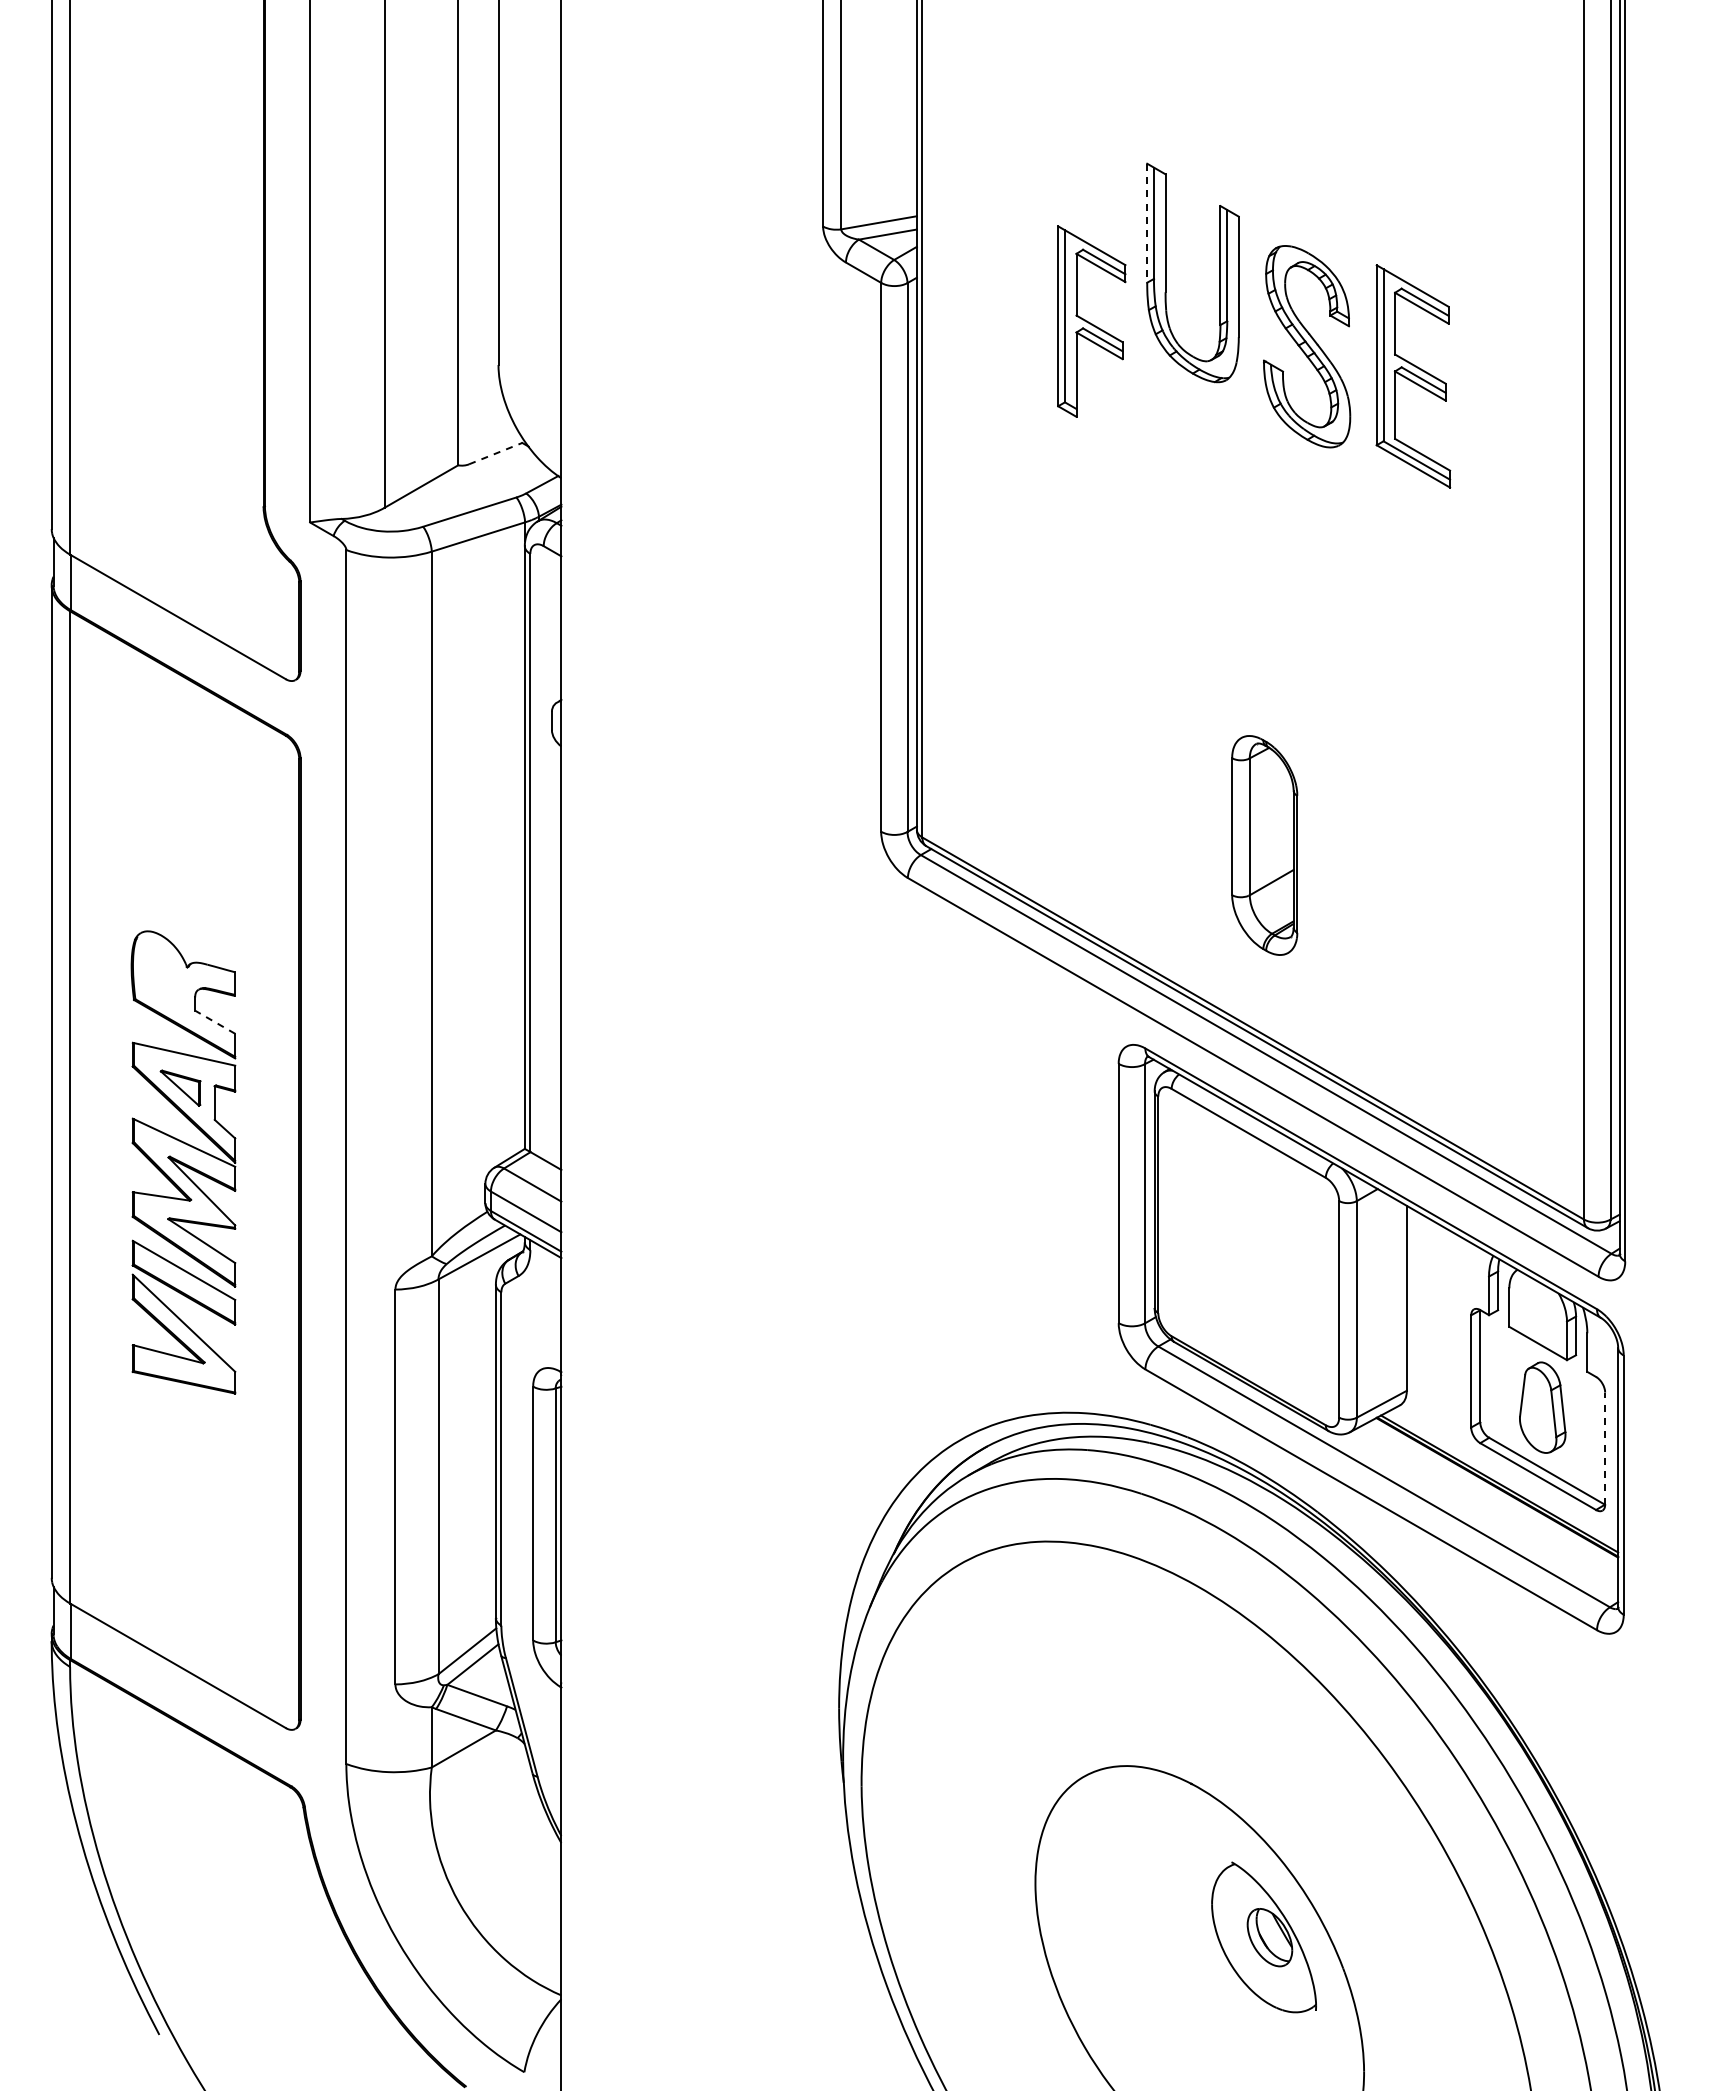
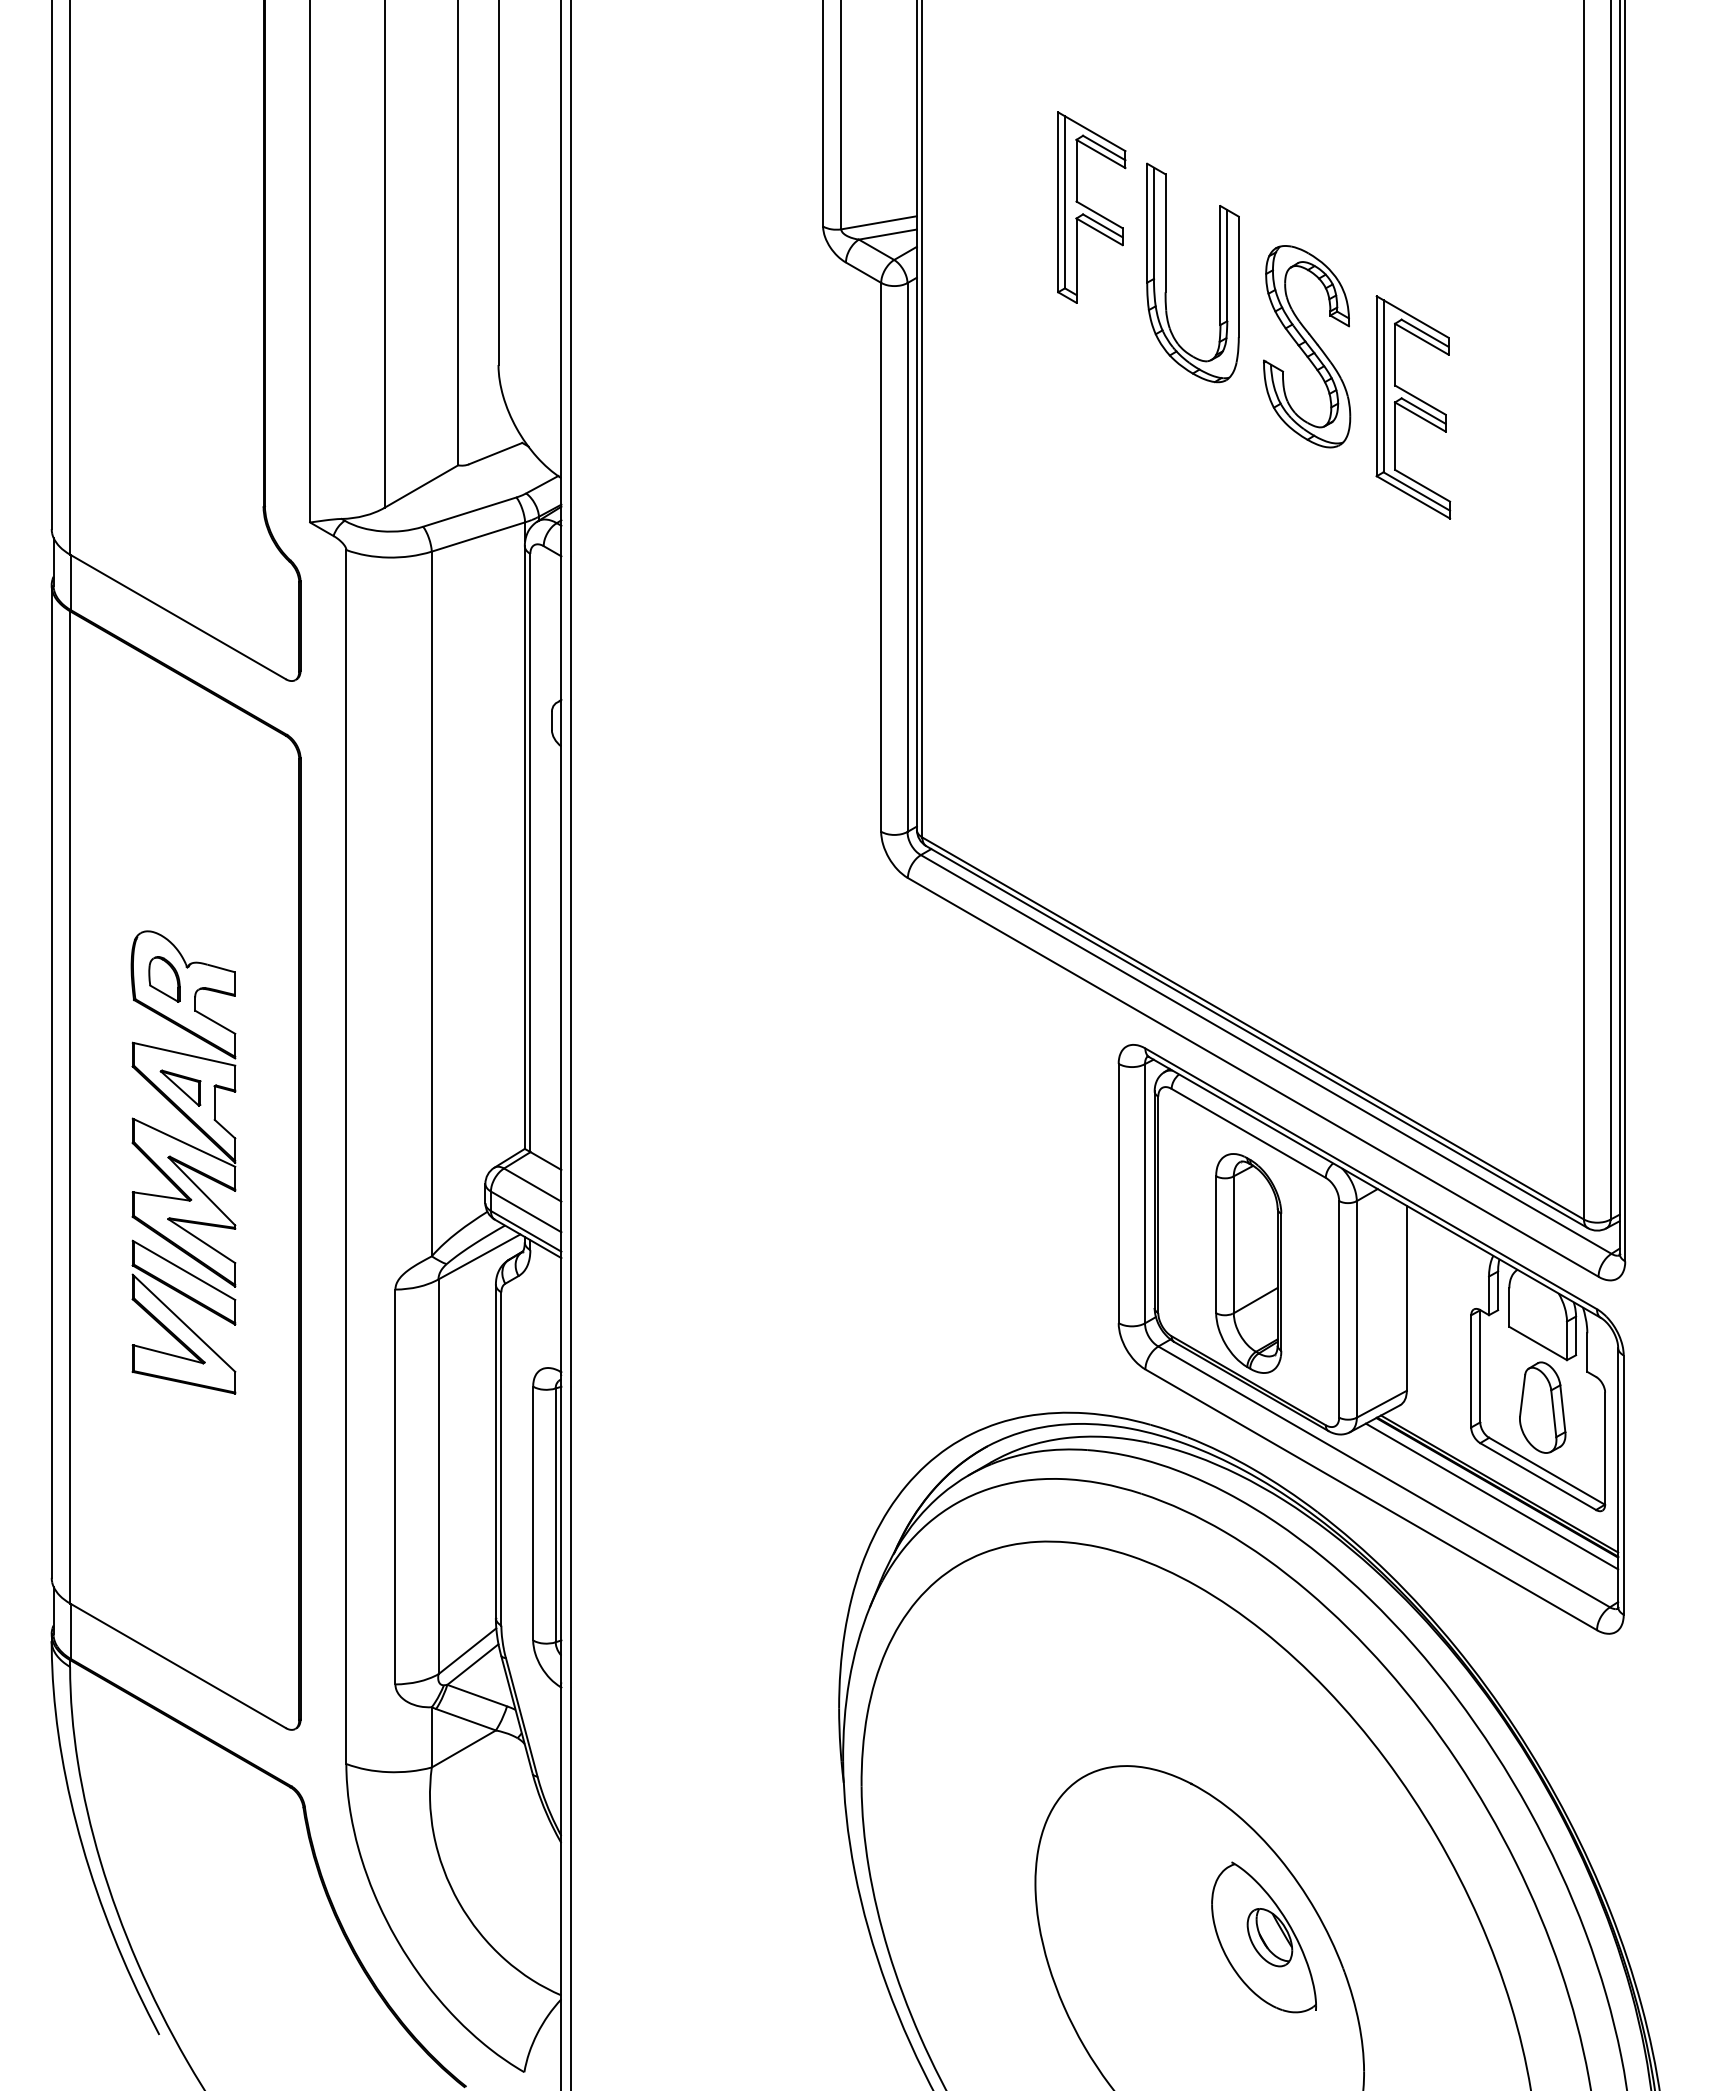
line at (1147, 223): dashed -> solid
part at (1091, 321) position: (1091, 321) -> (1091, 207)
part at (1413, 376) position: (1413, 376) -> (1413, 407)
line at (495, 453): dashed -> solid
part at (1264, 845) position: (1264, 845) -> (1248, 1263)
part at (164, 979): none -> present
line at (214, 1022): dashed -> solid
line at (570, 1044): none -> present
line at (1605, 1448): dashed -> solid
line at (1491, 1496): none -> present
